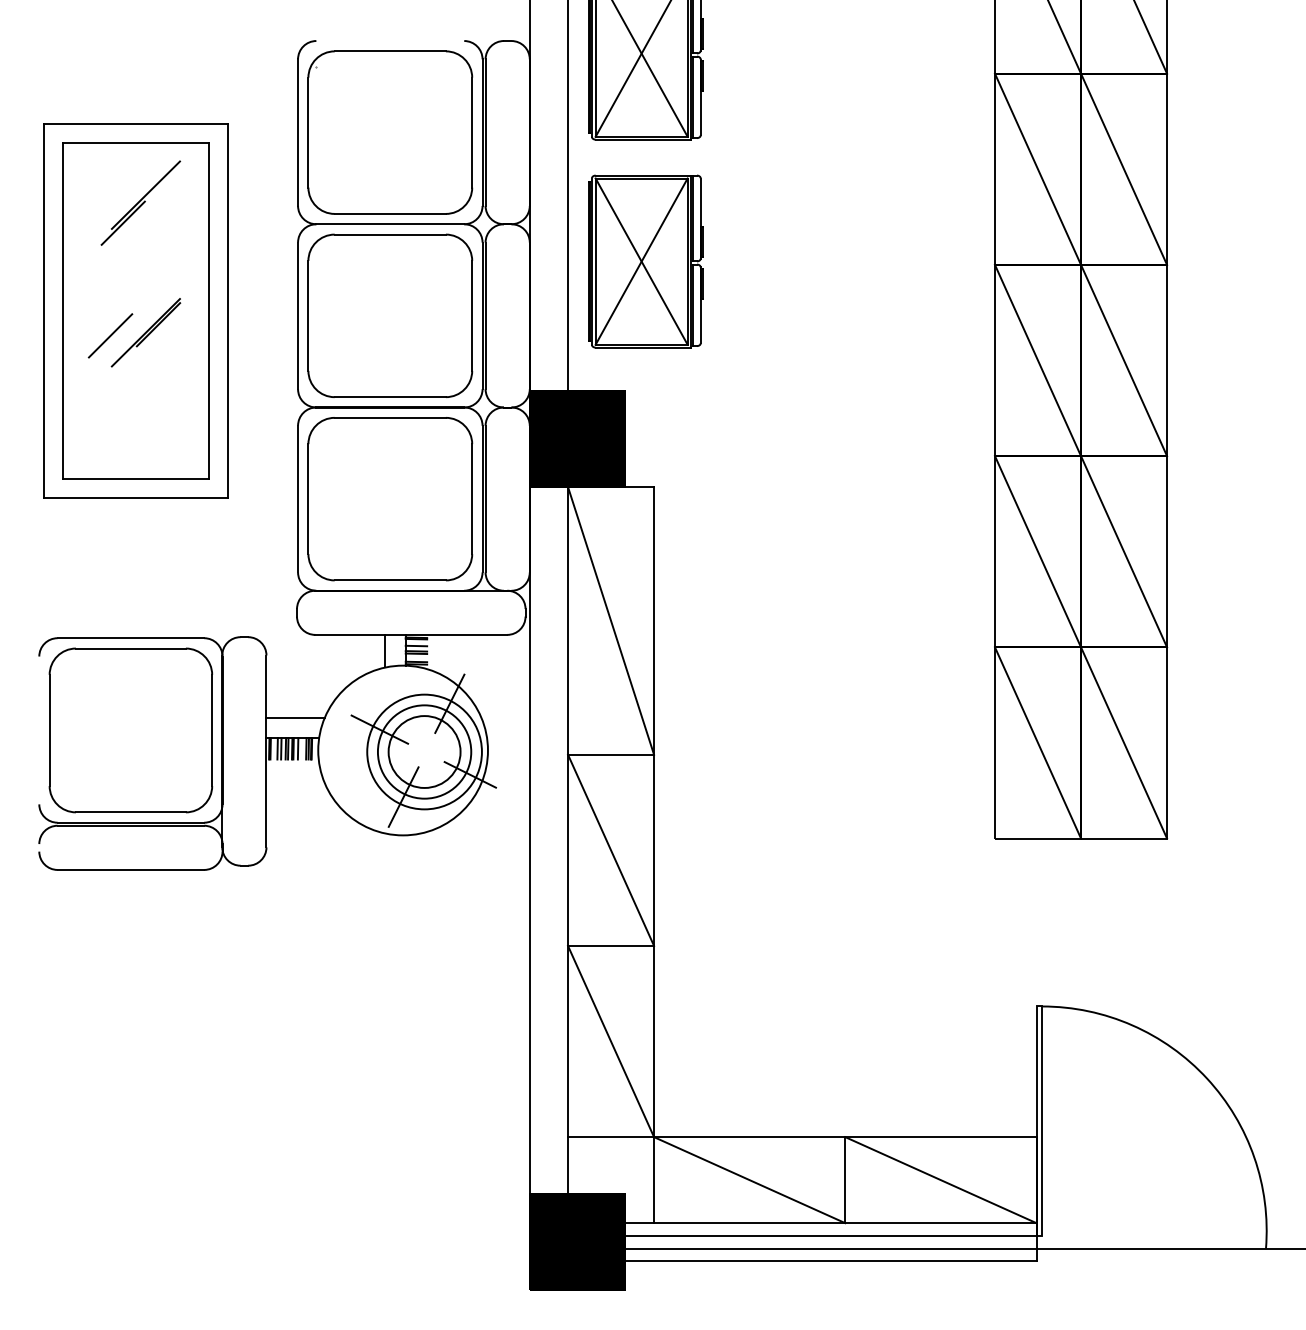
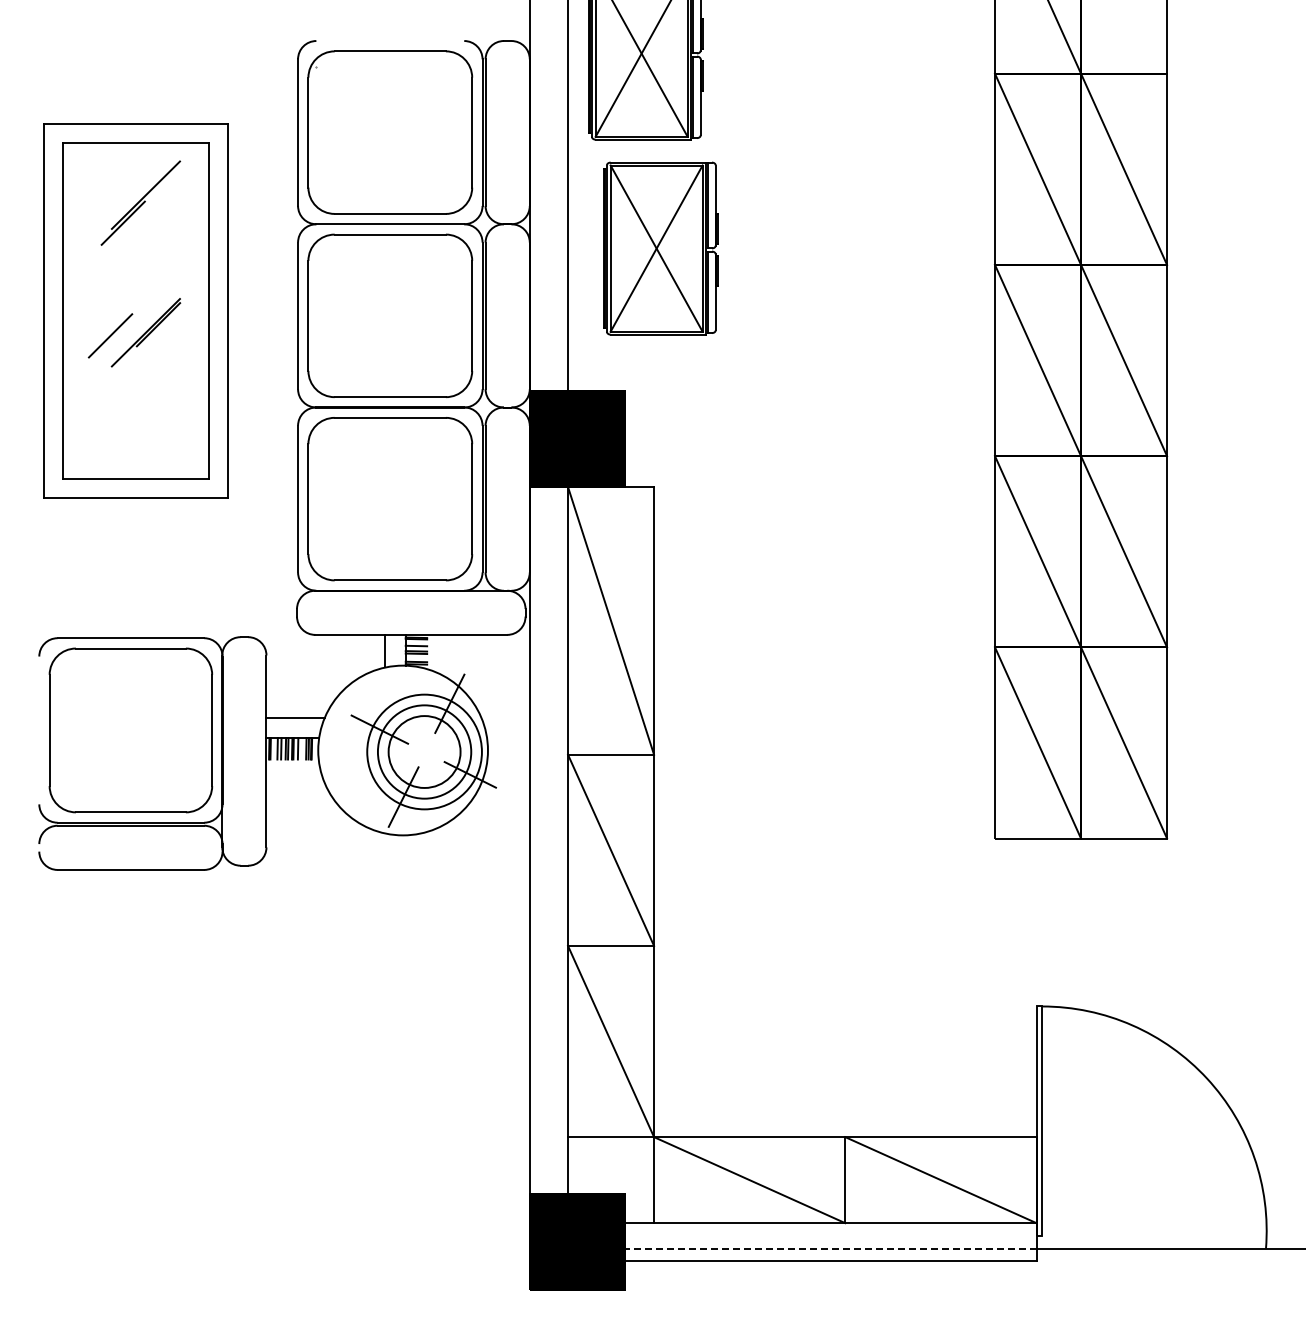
line at (1150, 37): present -> none
part at (645, 261) position: (645, 261) -> (660, 248)
line at (830, 1235): present -> none
line at (830, 1248): solid -> dashed
